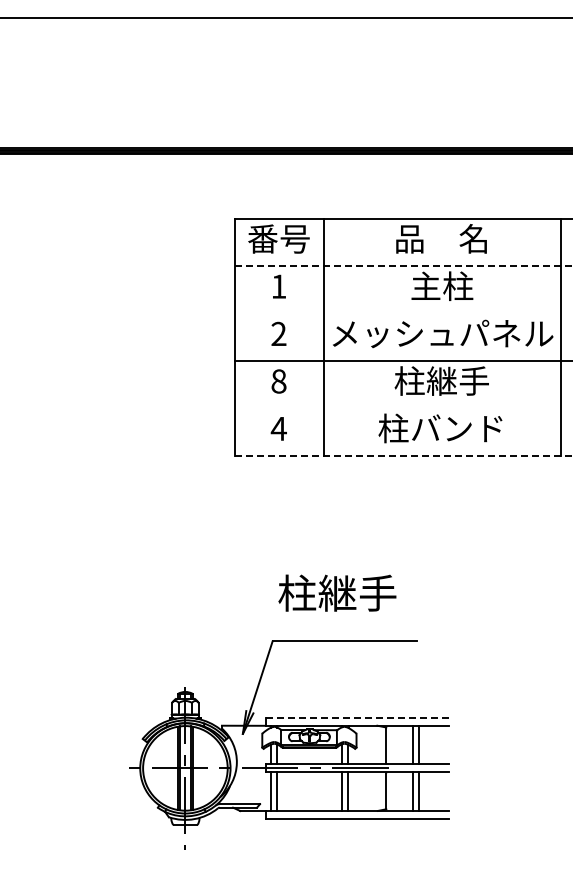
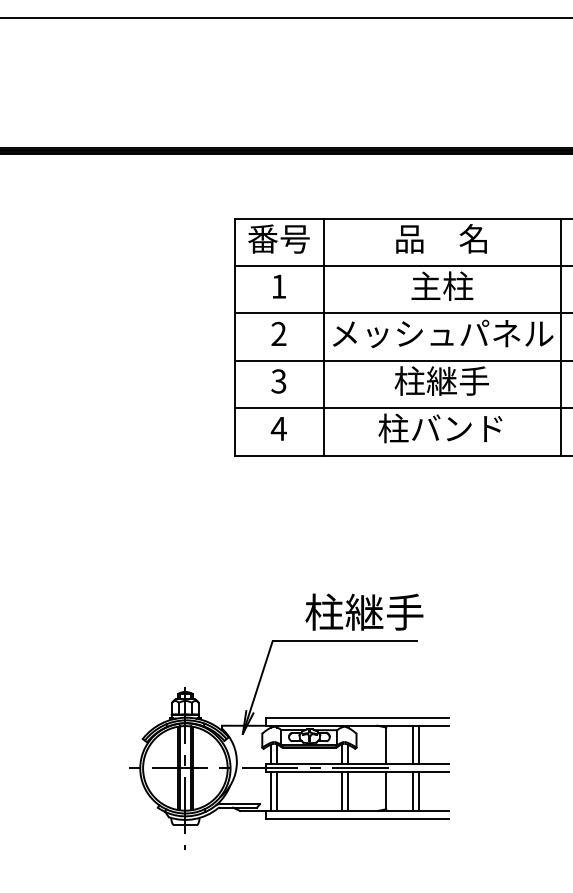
line at (403, 266): dashed -> solid
line at (401, 313): none -> present
text at (278, 381): 8 -> 3
line at (401, 408): none -> present
line at (403, 455): dashed -> solid
text at (337, 592) position: (337, 592) -> (364, 611)
line at (357, 717): dashed -> solid
